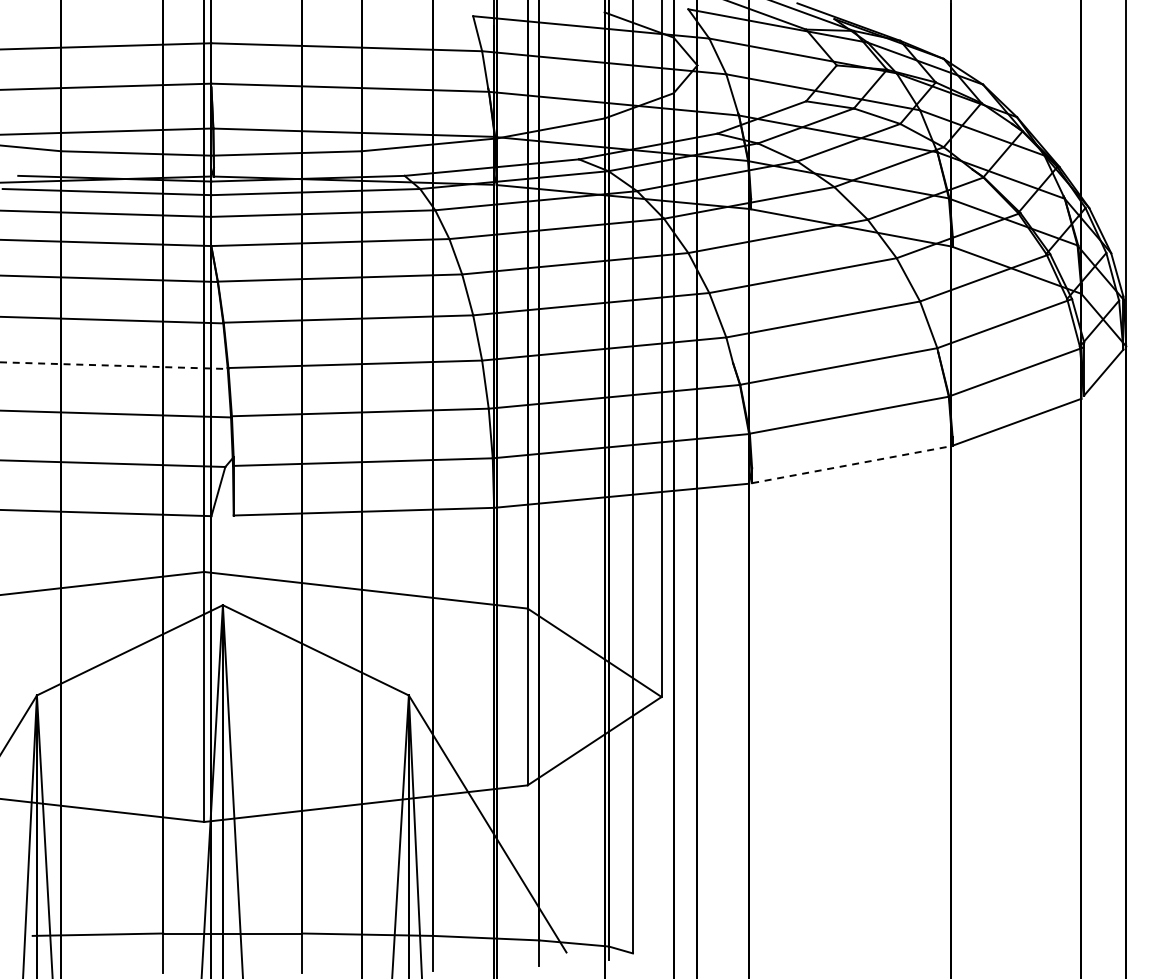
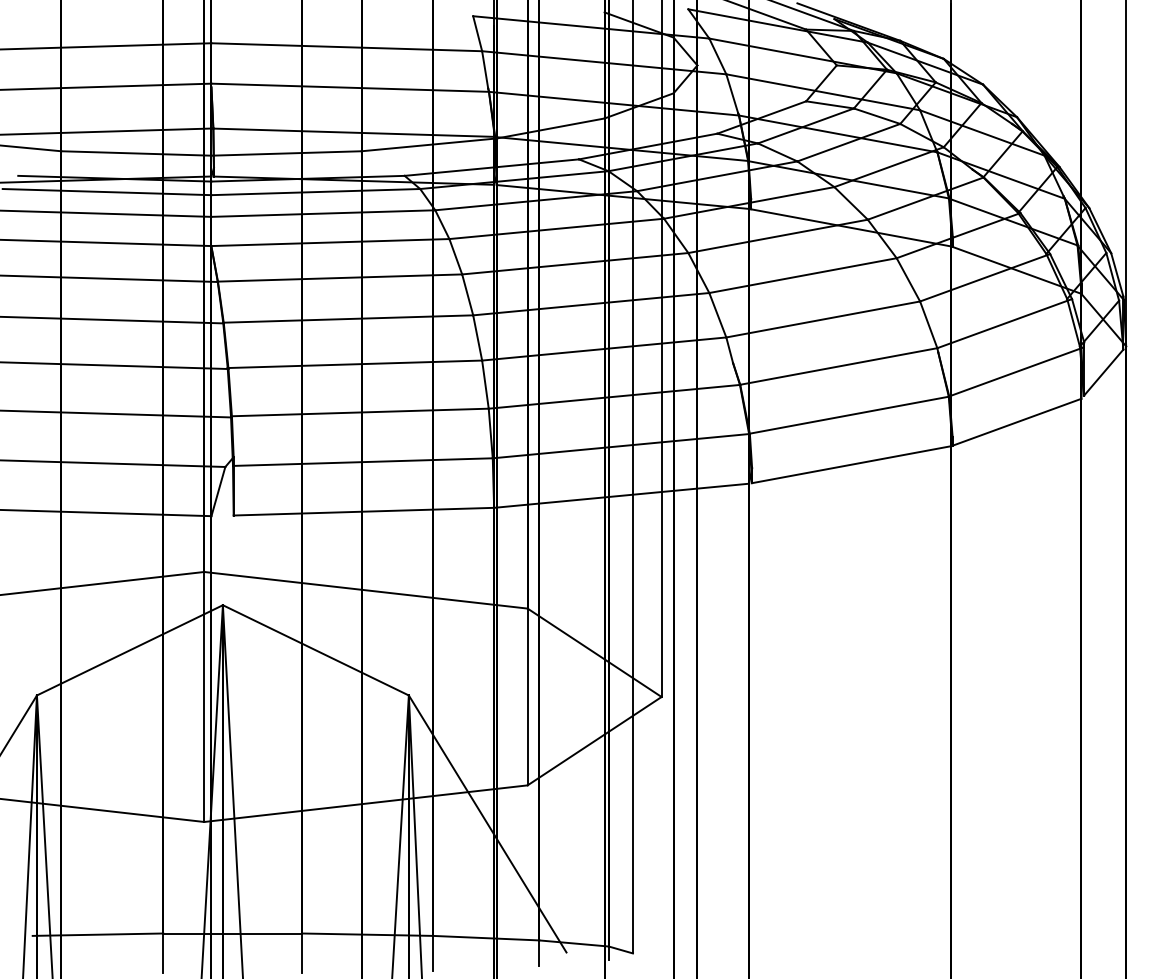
line at (114, 365): dashed -> solid
line at (852, 464): dashed -> solid
